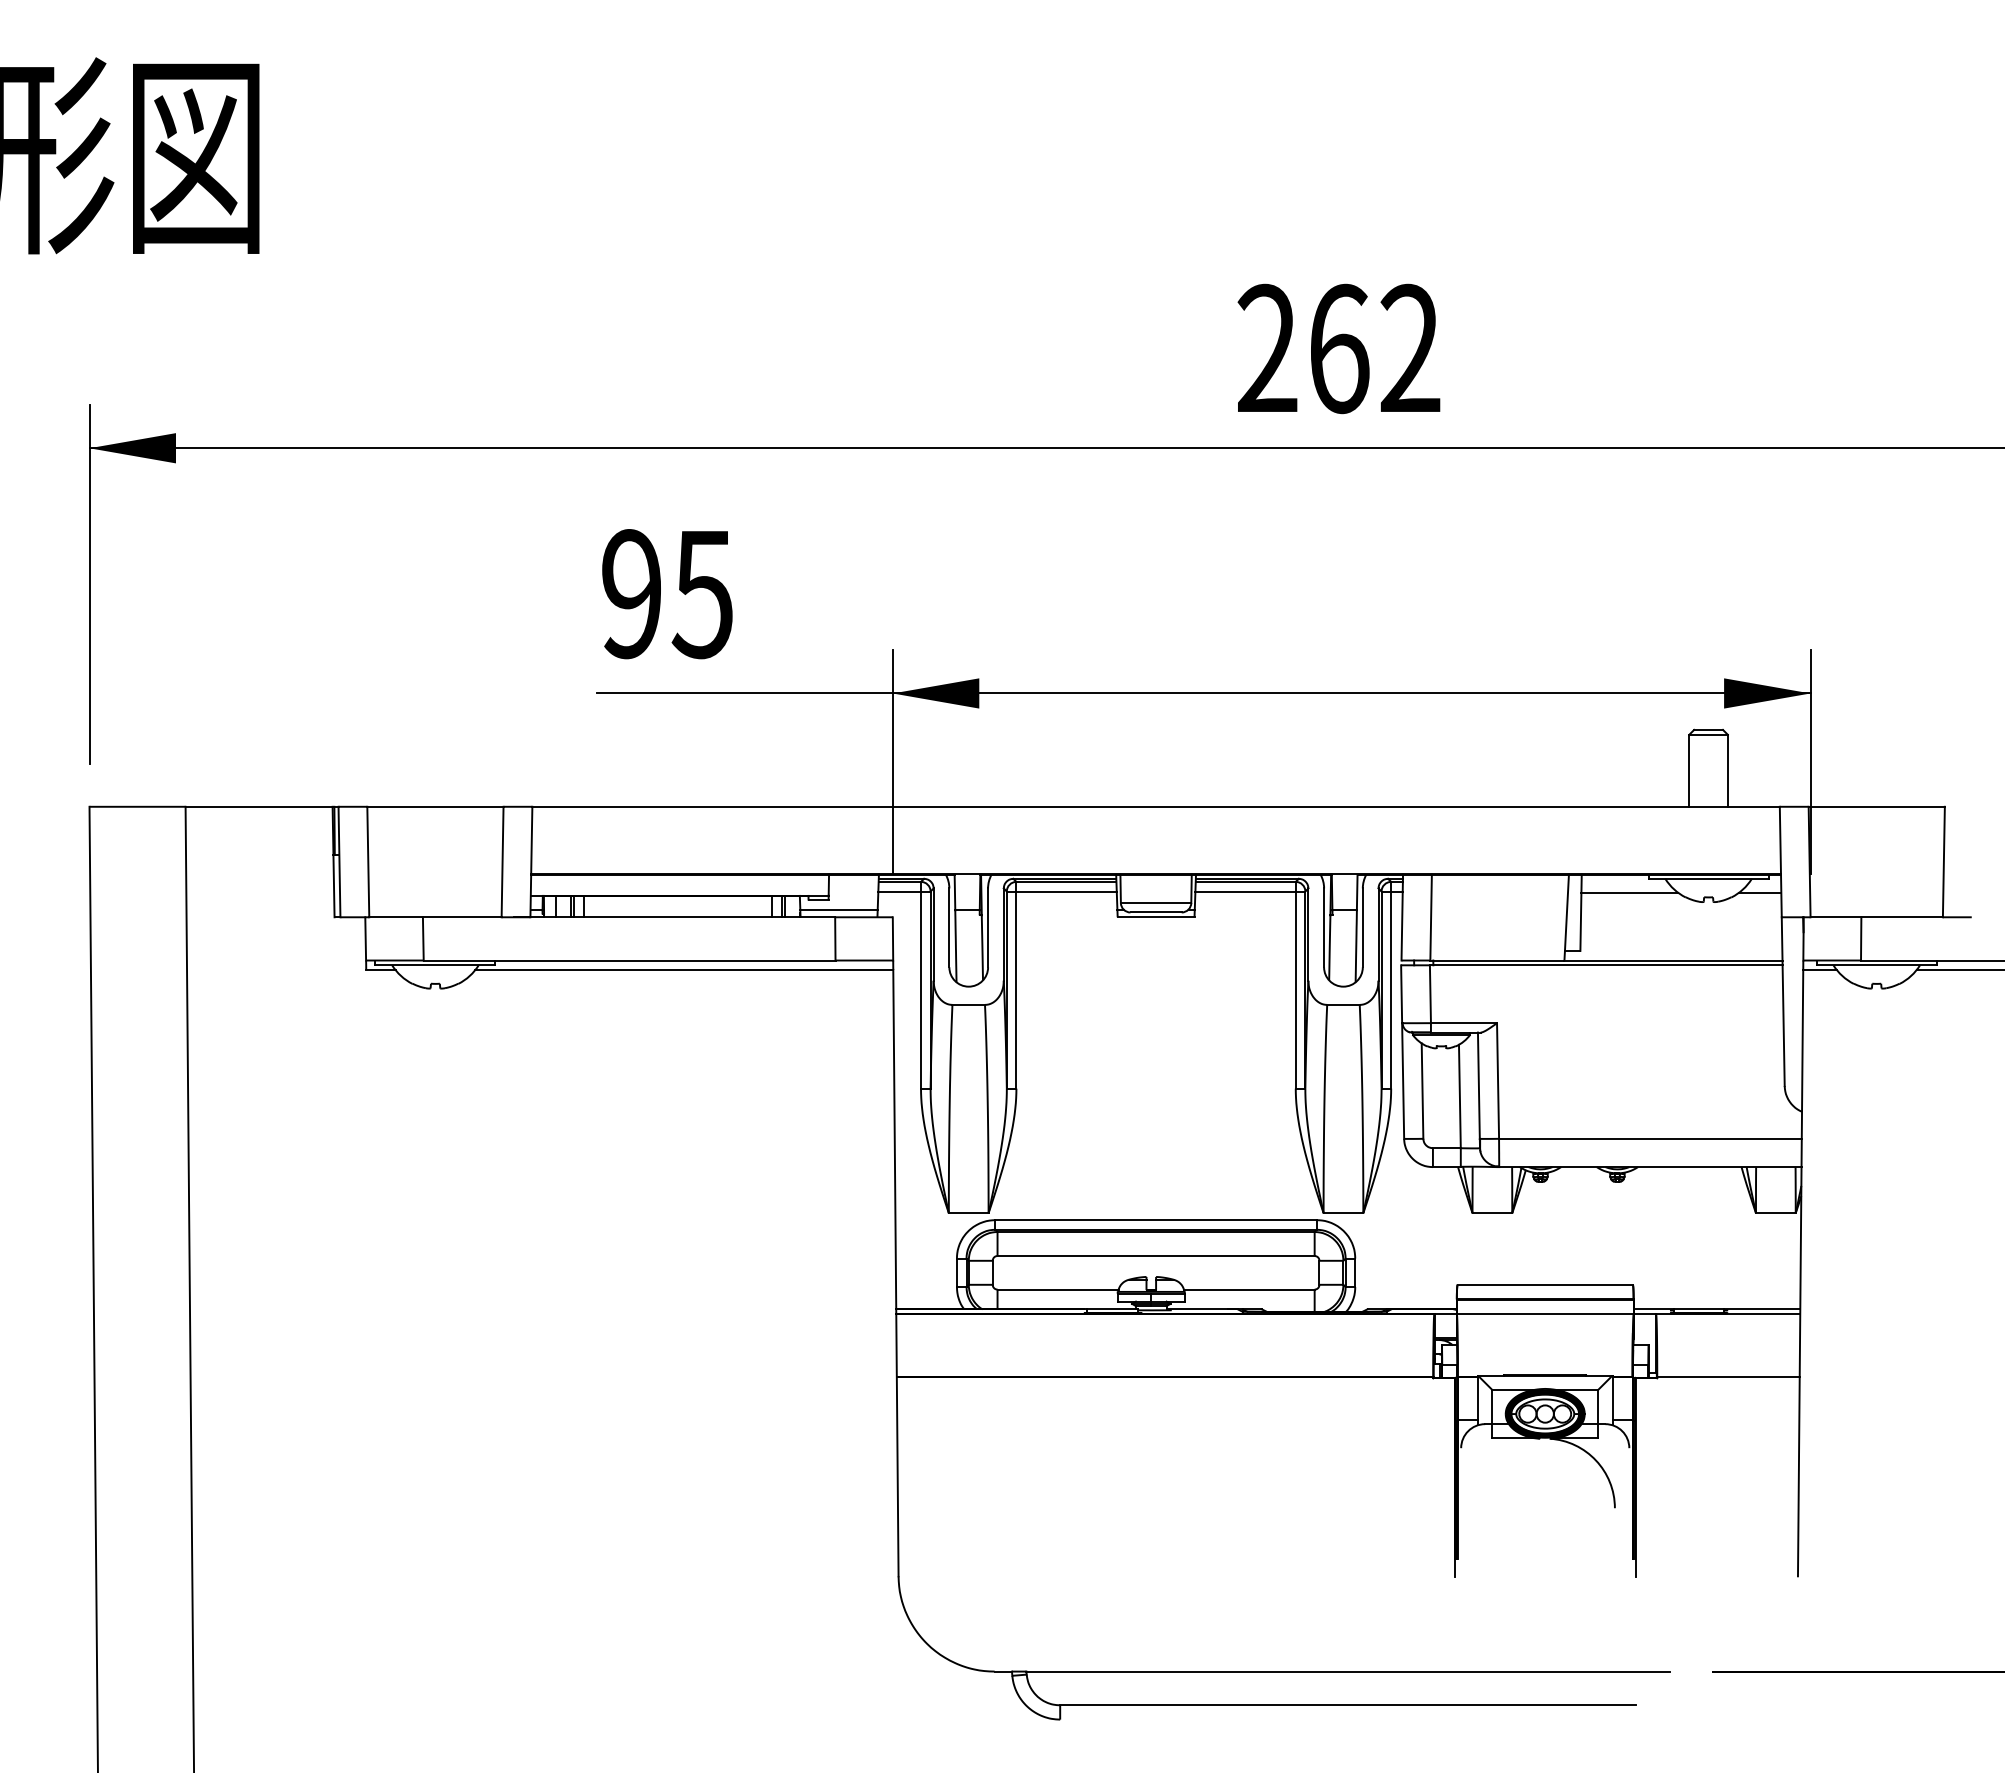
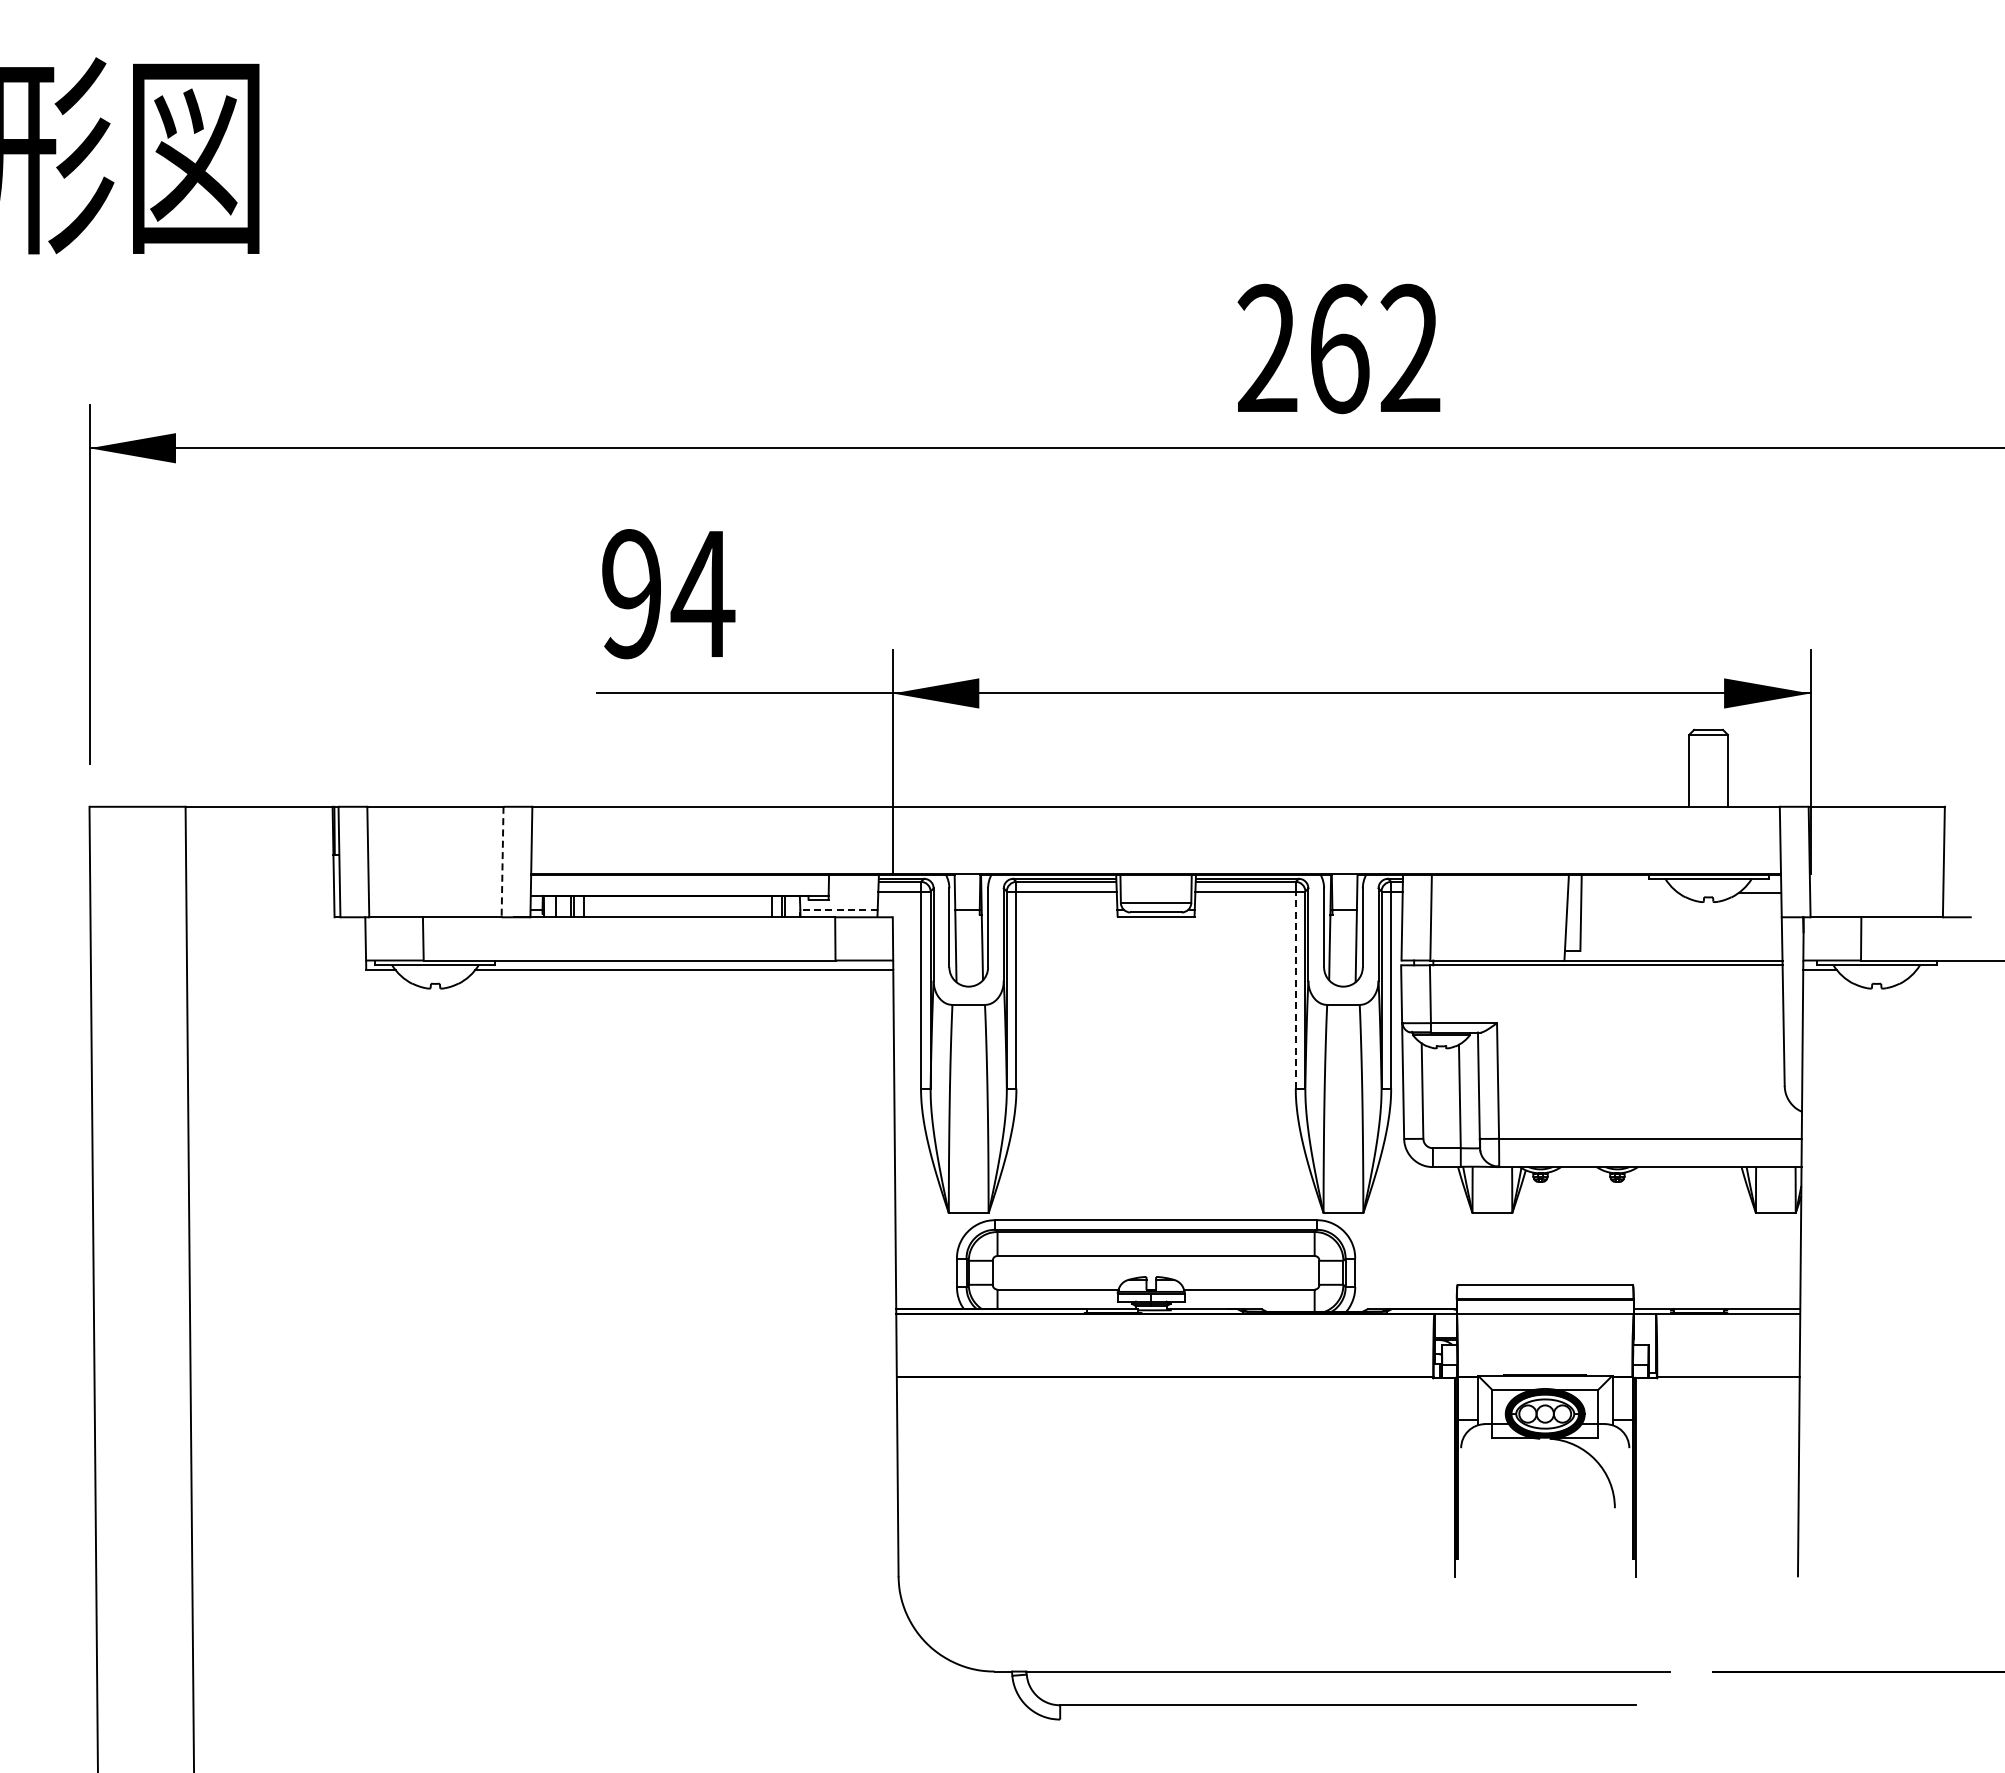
text at (702, 595): 95 -> 94
line at (502, 862): solid -> dashed
line at (1629, 892): present -> none
line at (839, 909): solid -> dashed
line at (1958, 970): present -> none
line at (1295, 990): solid -> dashed
